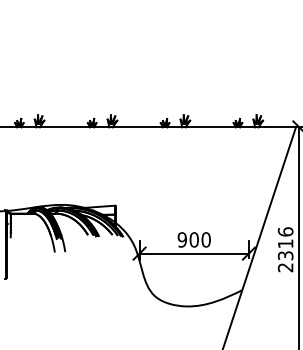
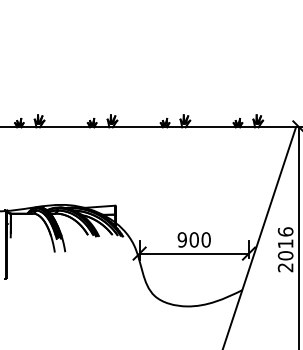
text at (285, 255): 2316 -> 2016
